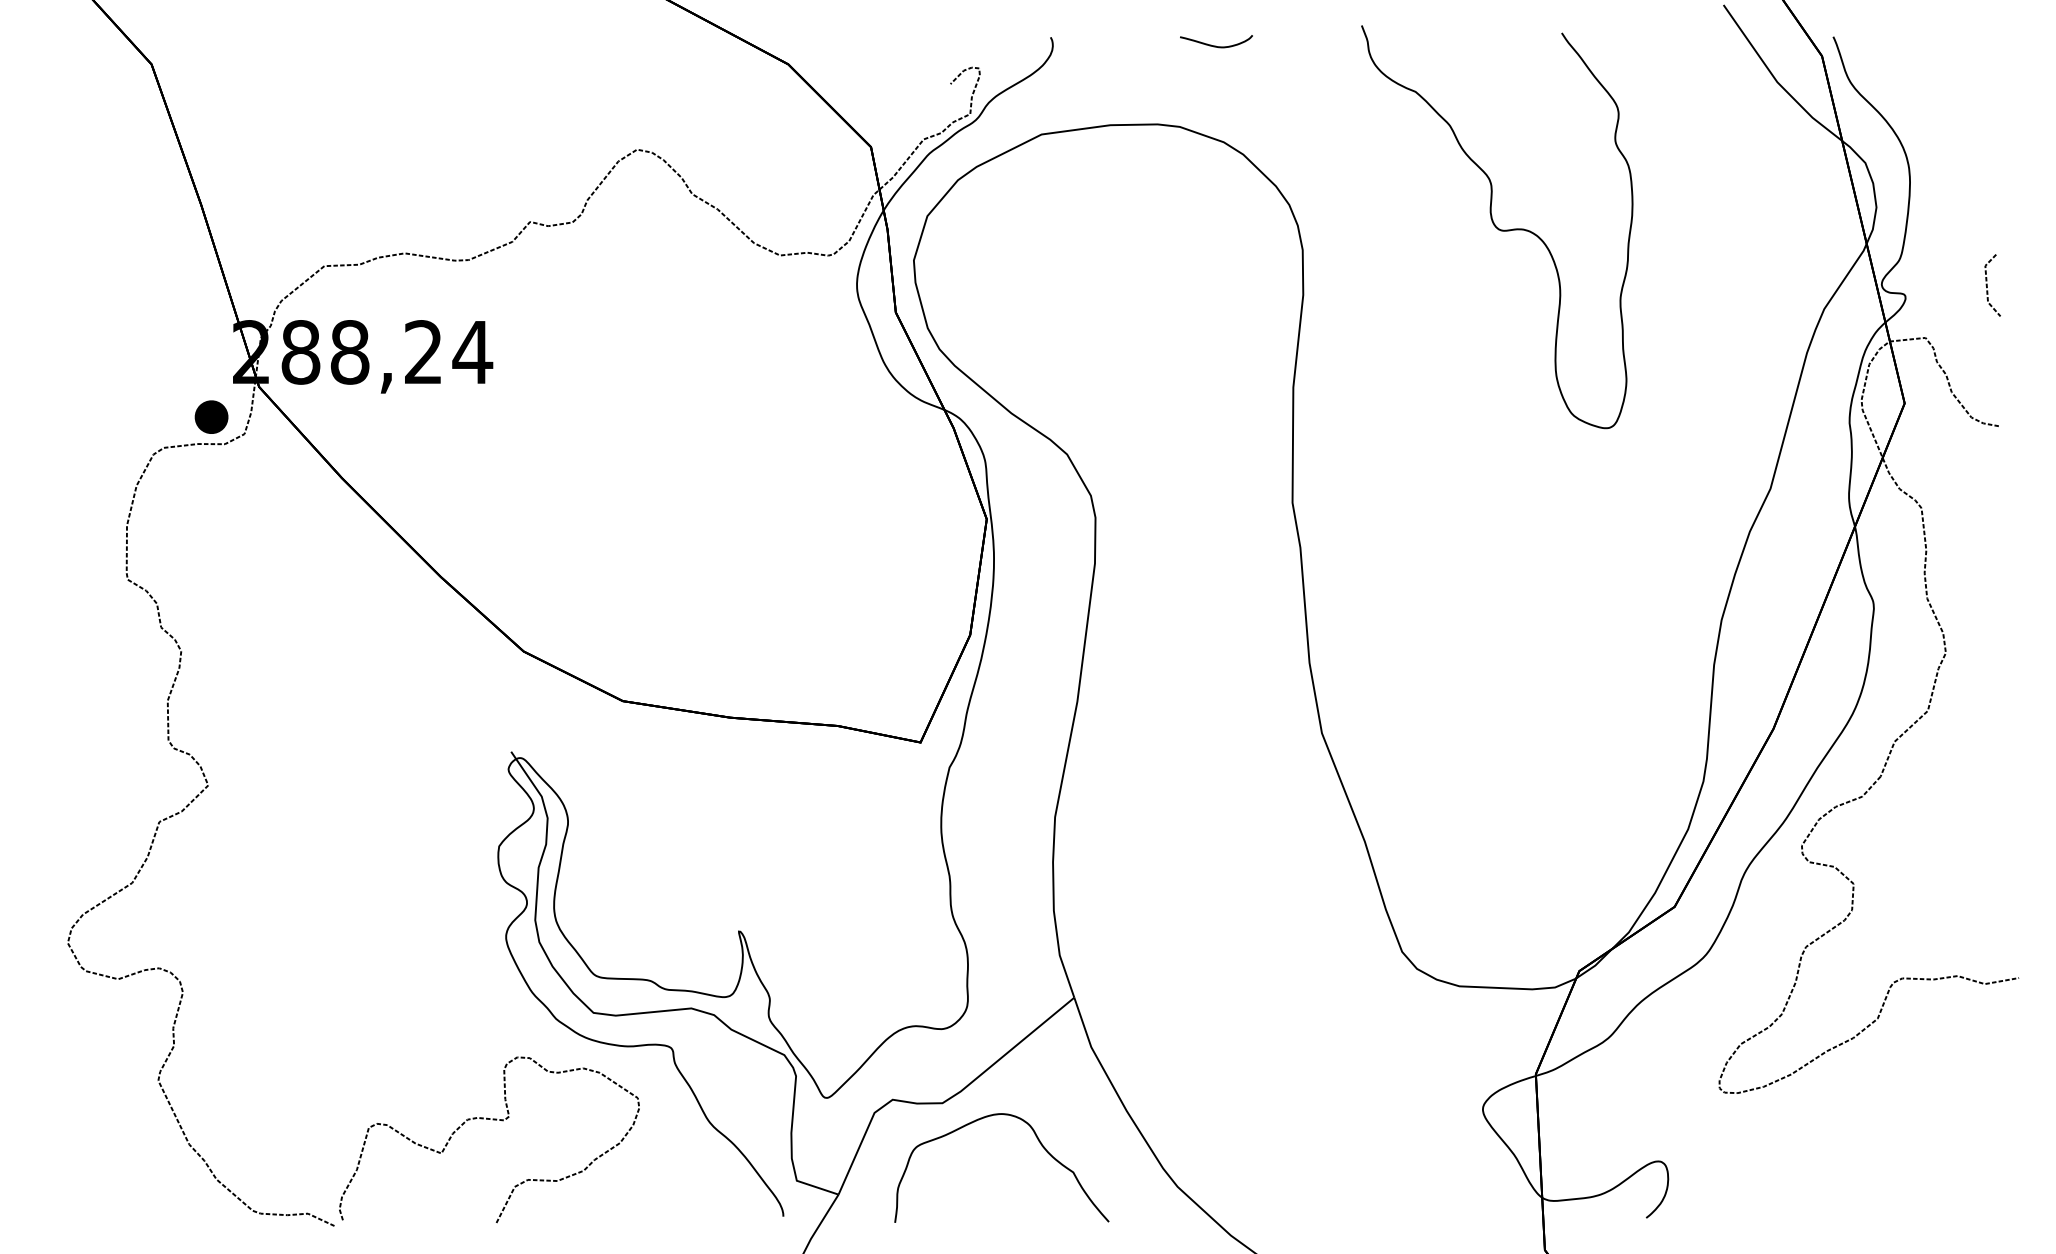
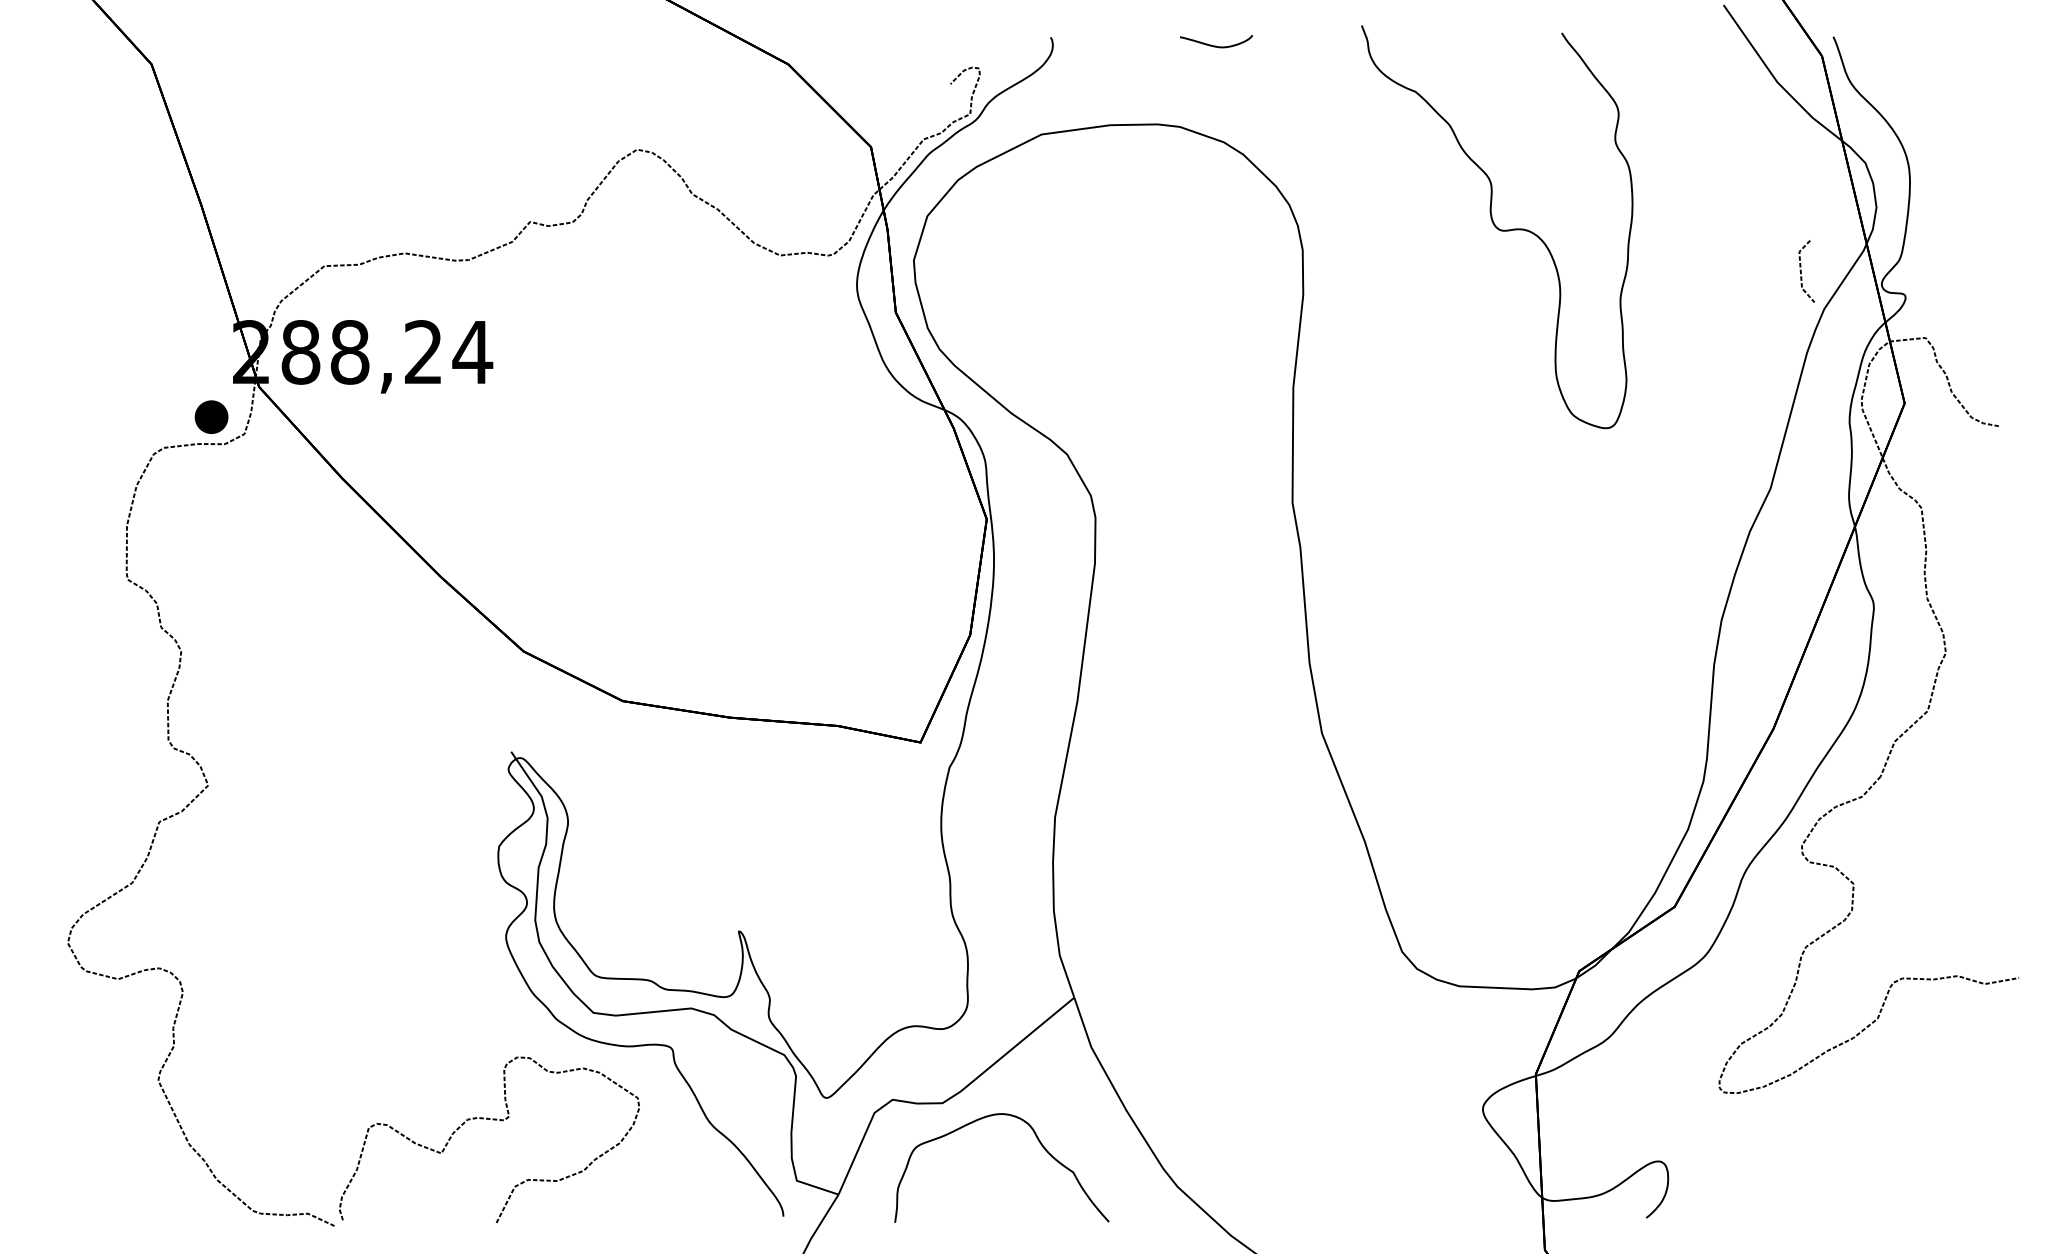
line at (1987, 285) position: (1987, 285) -> (1801, 271)
